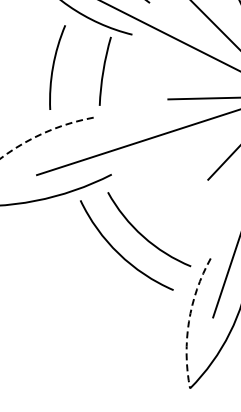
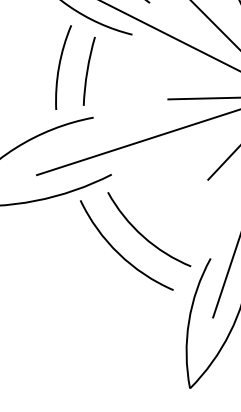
arc at (54, 66) position: (54, 66) -> (60, 66)
arc at (104, 70) position: (104, 70) -> (88, 70)
arc at (43, 133): dashed -> solid
arc at (188, 321): dashed -> solid
